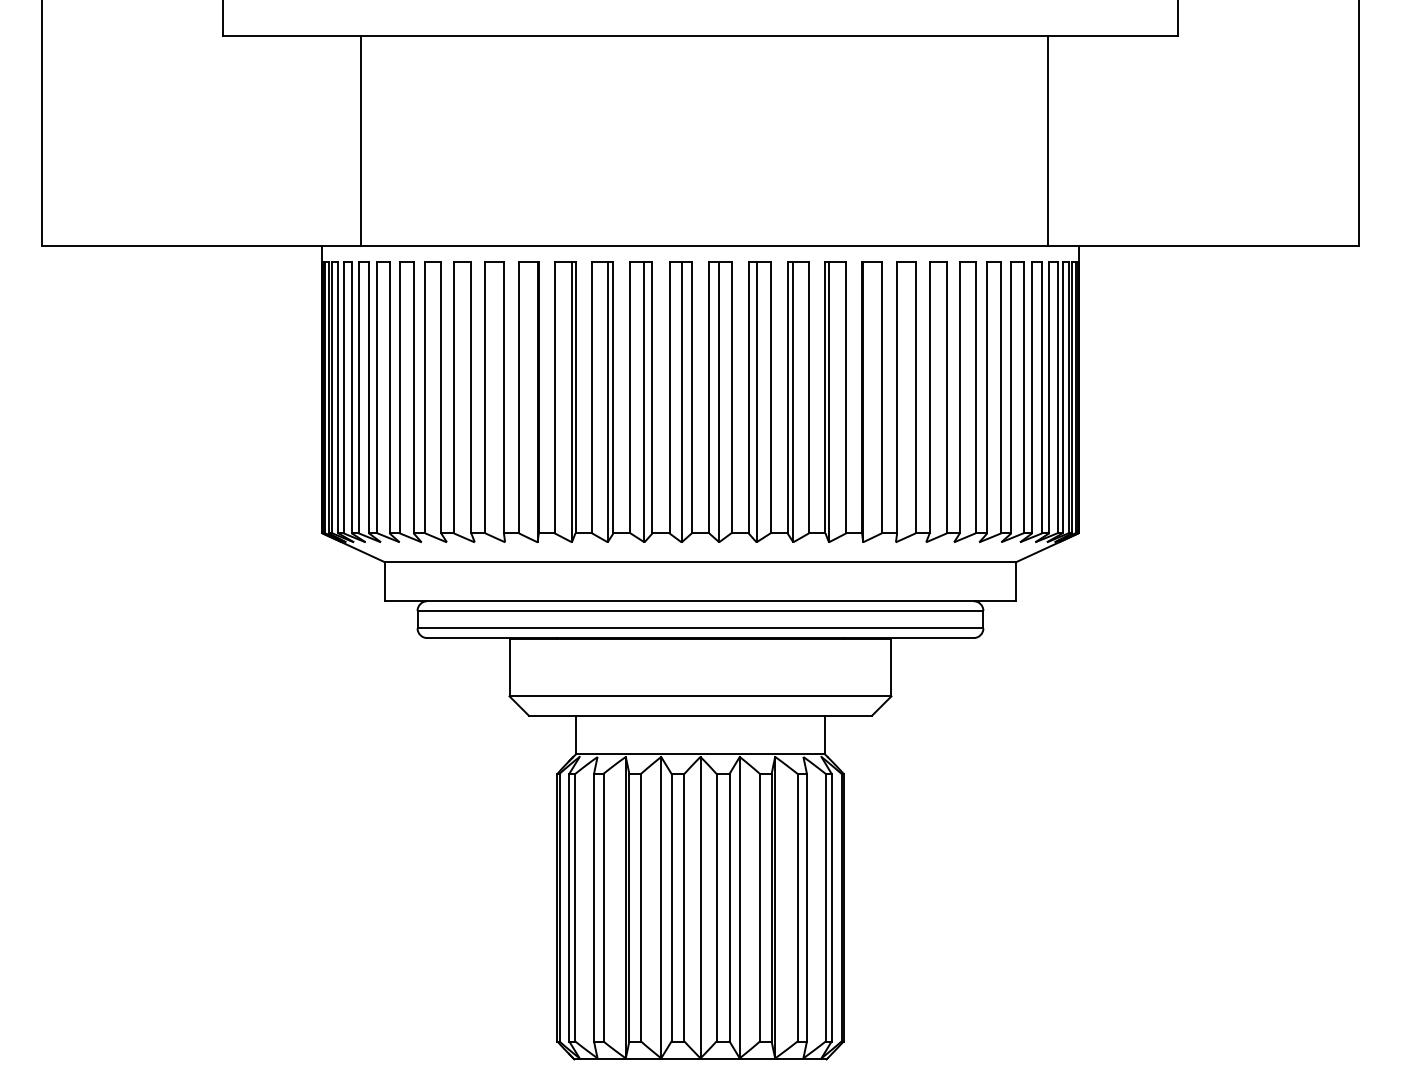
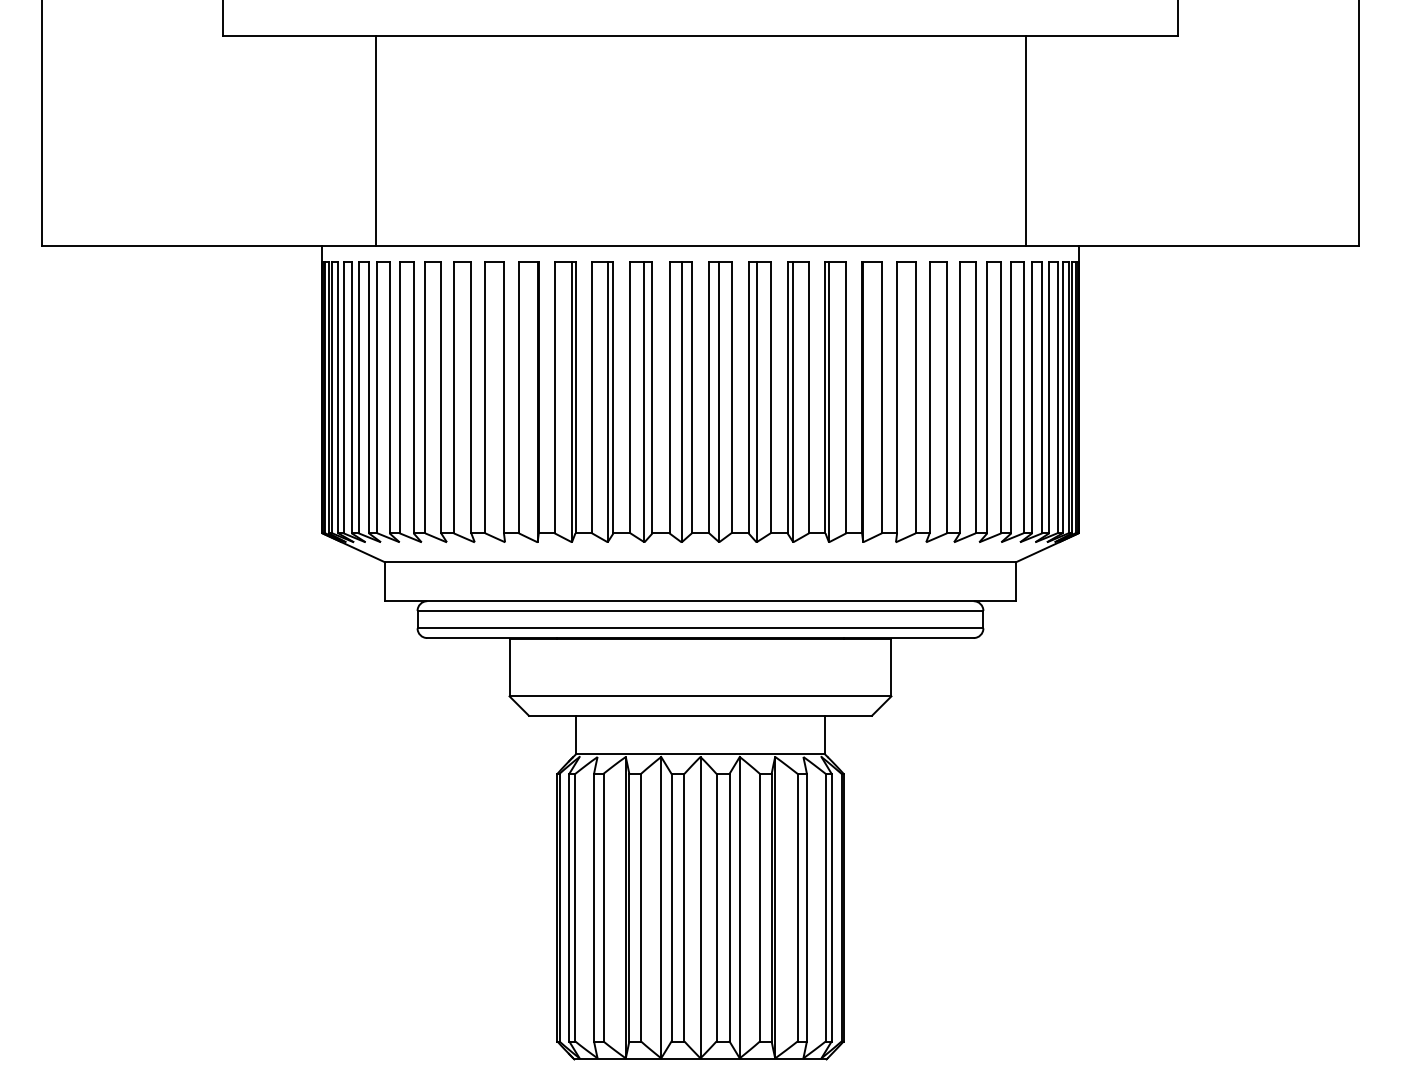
line at (360, 140) position: (360, 140) -> (375, 140)
line at (1047, 140) position: (1047, 140) -> (1025, 140)
